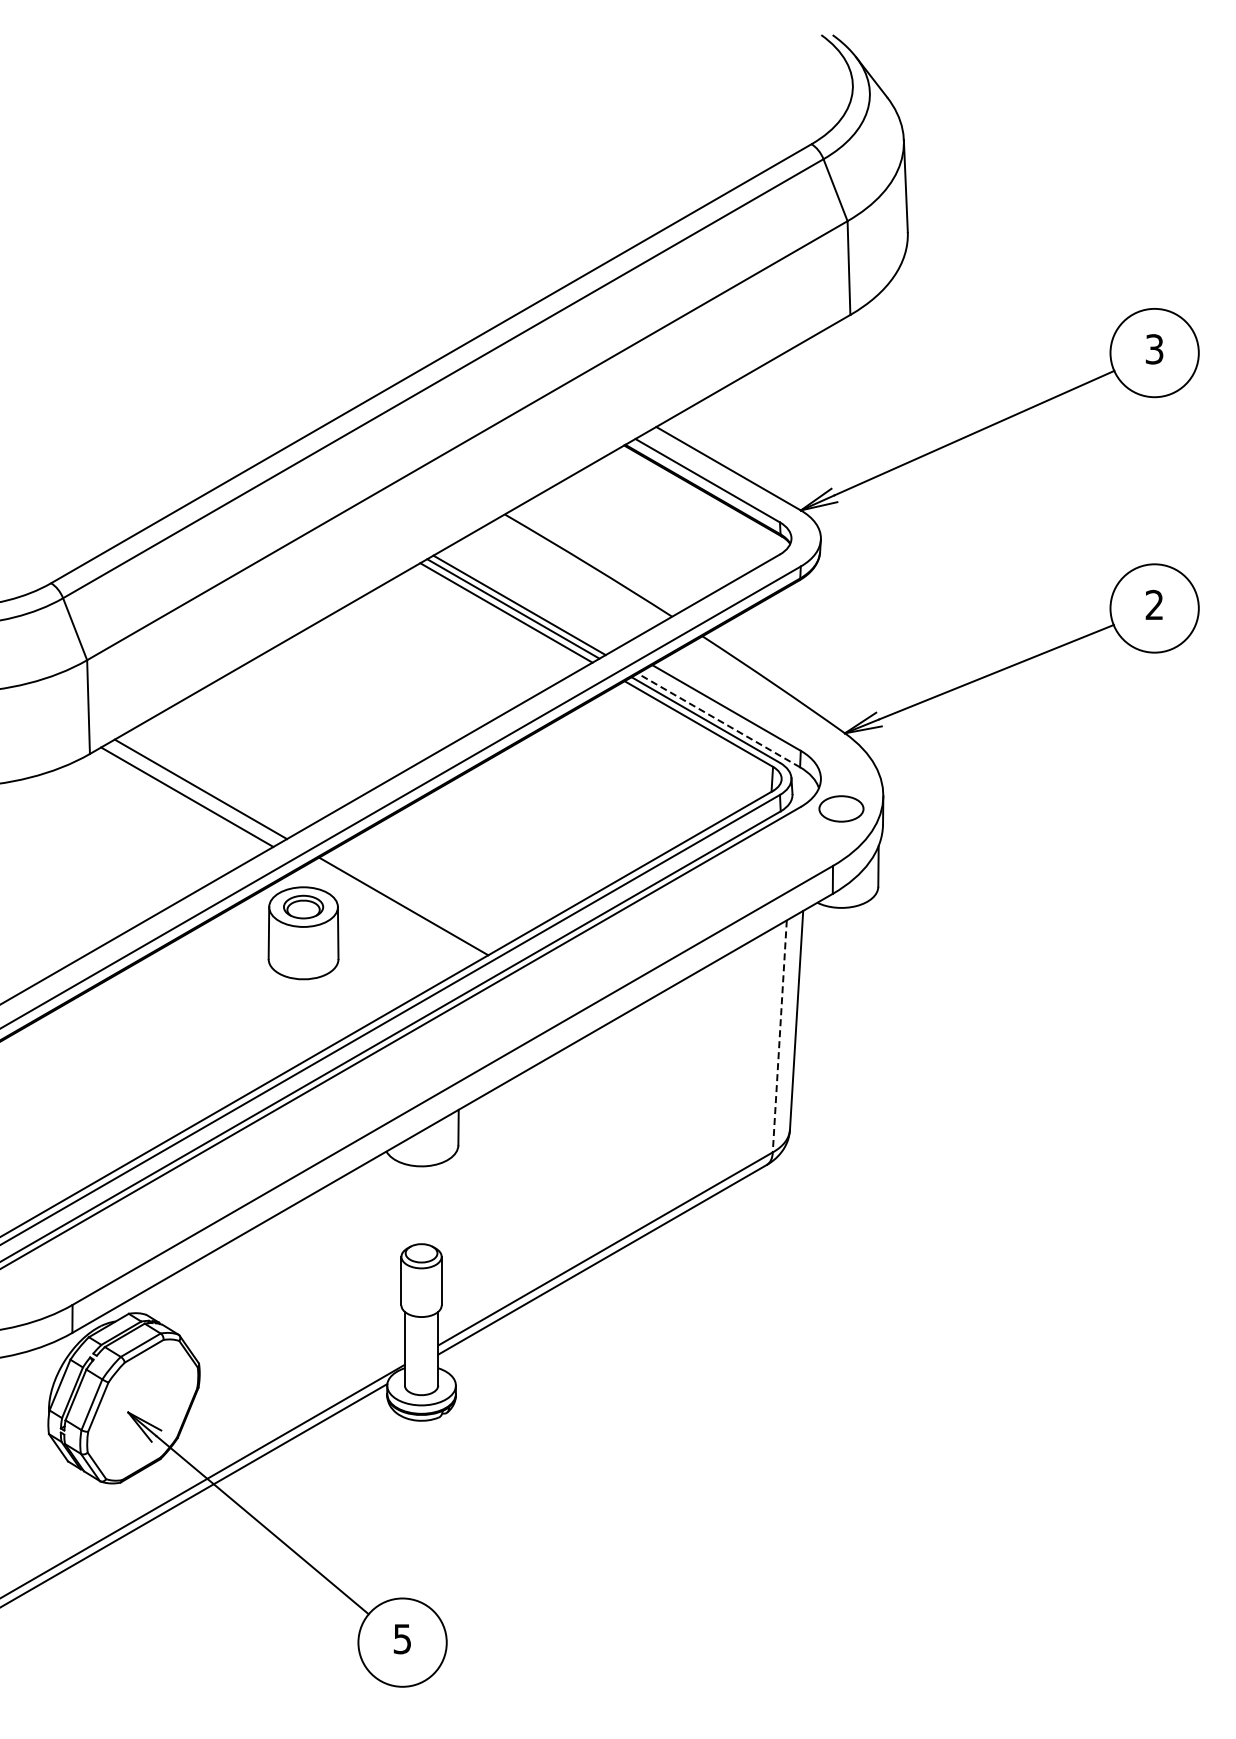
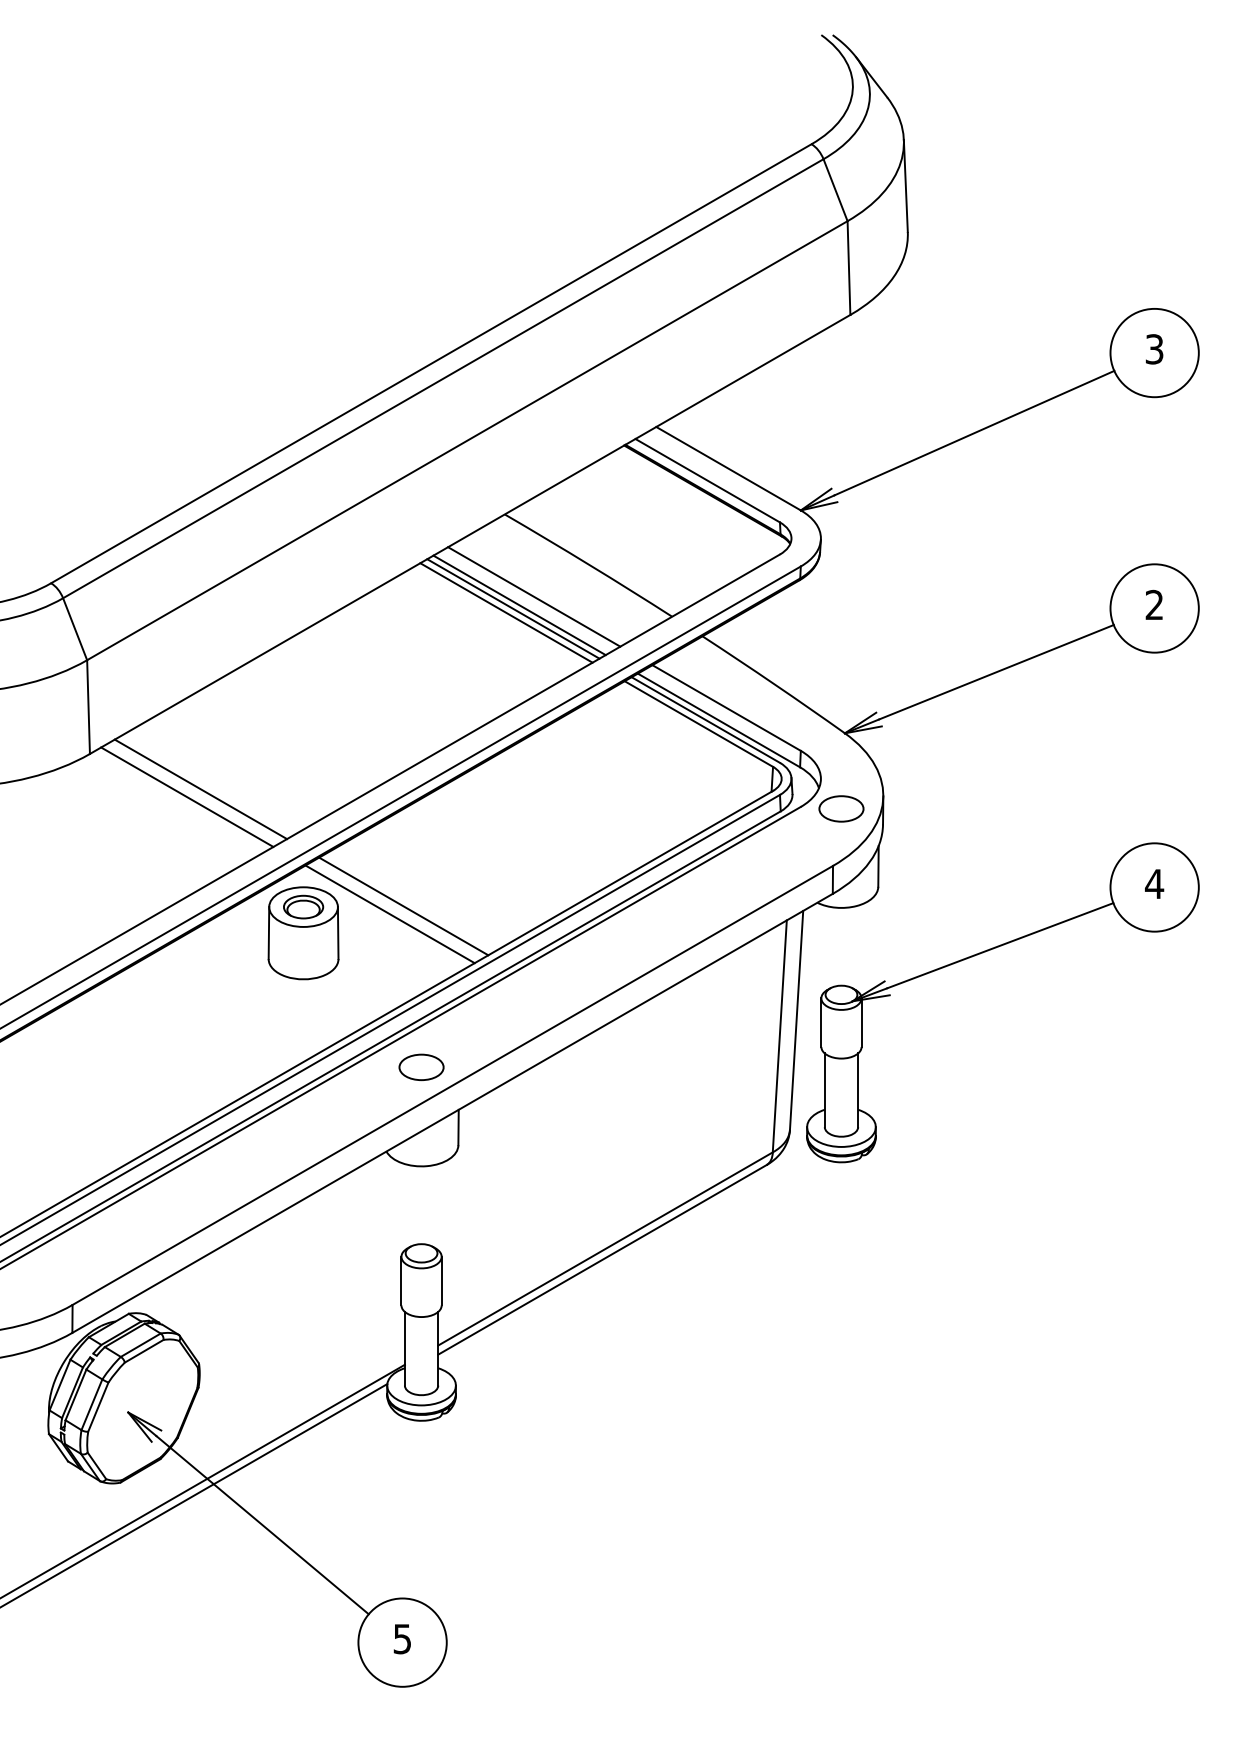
line at (534, 596): none -> present
line at (718, 720): dashed -> solid
line at (389, 914): none -> present
part at (980, 954): none -> present
line at (779, 1036): dashed -> solid
part at (421, 1067): none -> present
